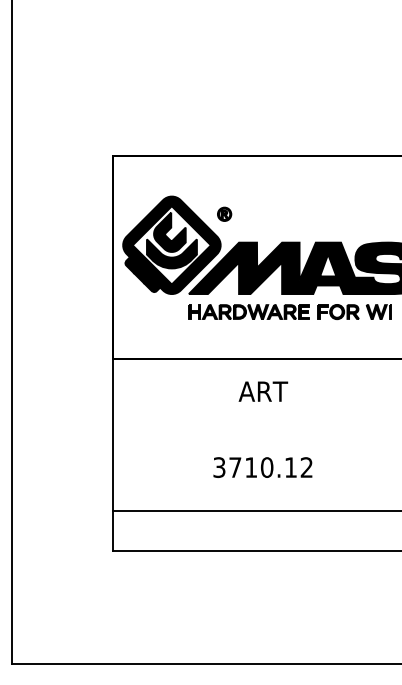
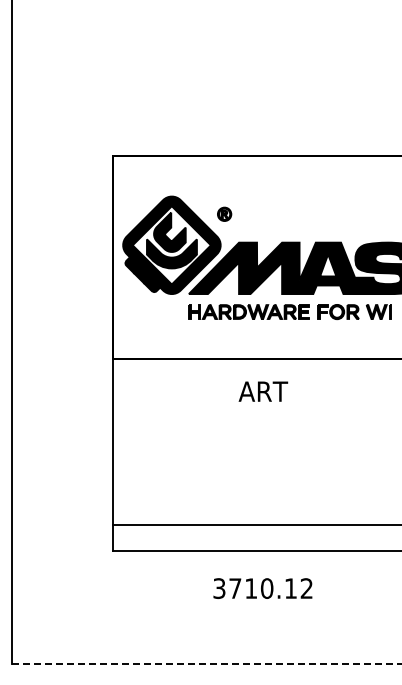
text at (262, 467) position: (262, 467) -> (262, 588)
line at (255, 510) position: (255, 510) -> (255, 524)
line at (207, 664): solid -> dashed
